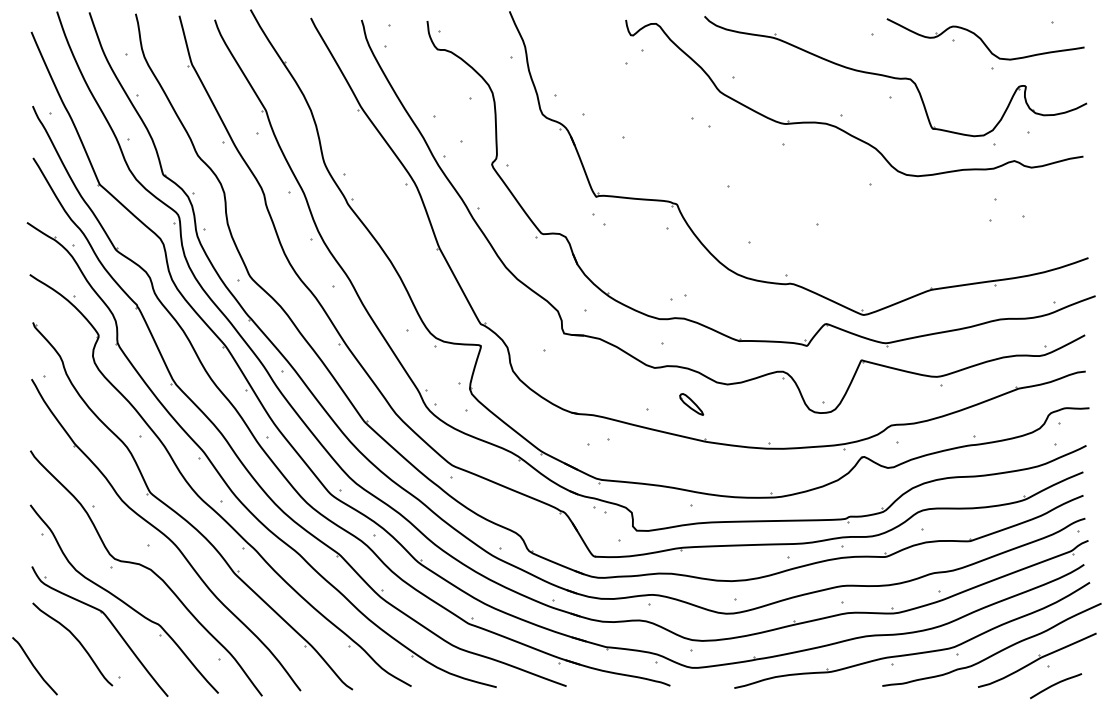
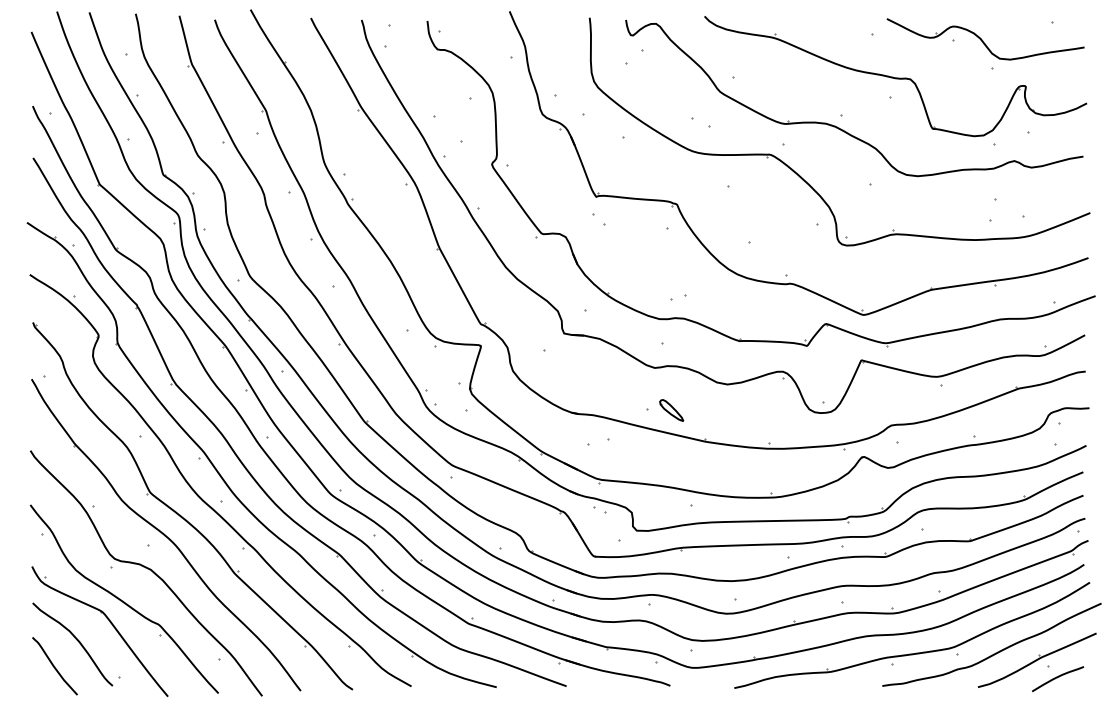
part at (798, 173): none -> present
part at (691, 404) position: (691, 404) -> (671, 410)
curve at (34, 666) position: (34, 666) -> (54, 666)
curve at (1055, 685) position: (1055, 685) -> (1057, 678)
